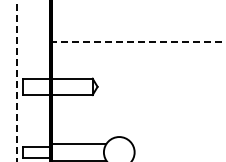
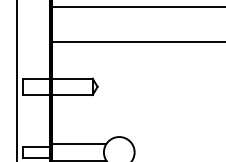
line at (135, 7): none -> present
line at (137, 41): dashed -> solid
line at (16, 80): dashed -> solid
